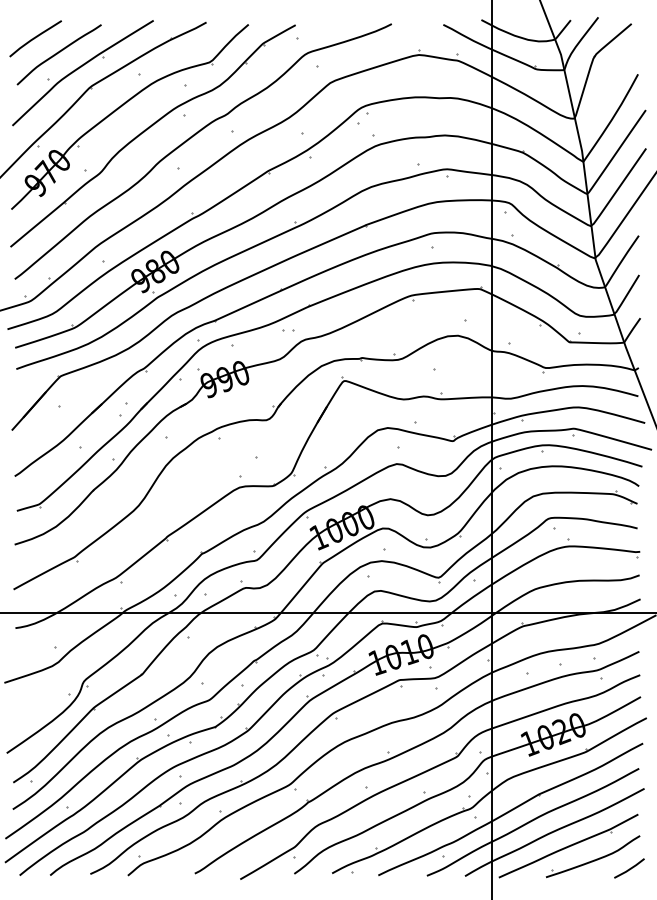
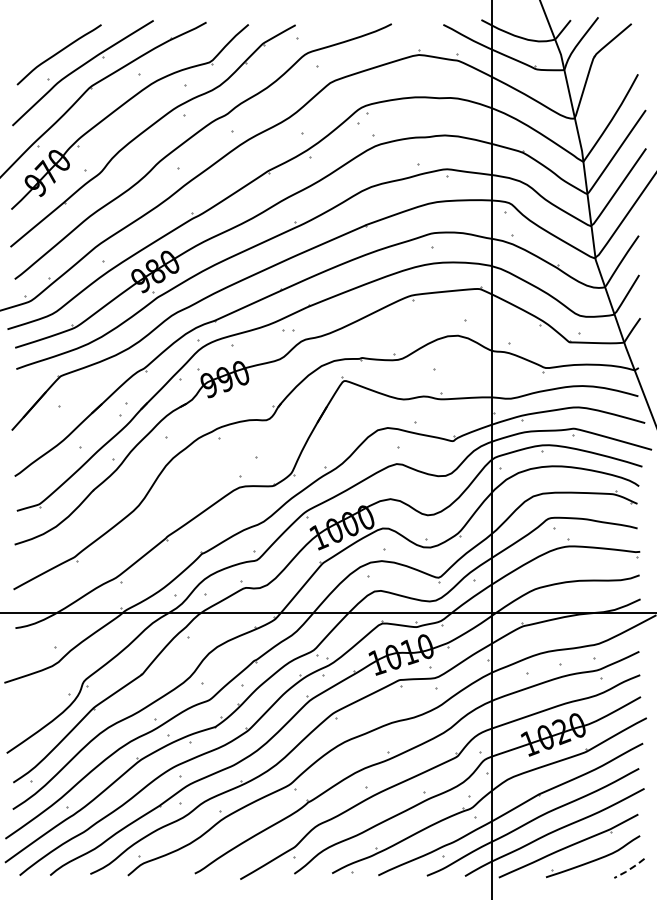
curve at (35, 38): present -> none
line at (629, 869): solid -> dashed
